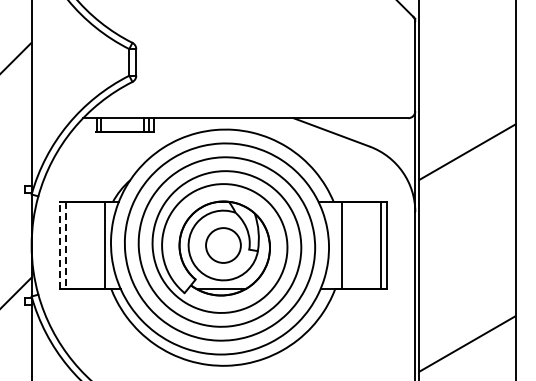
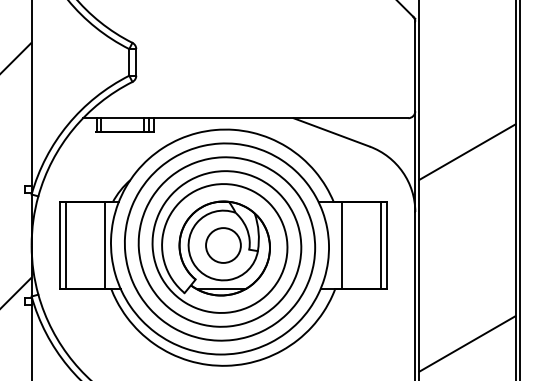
line at (519, 189): none -> present
line at (60, 245): dashed -> solid
line at (66, 246): dashed -> solid
